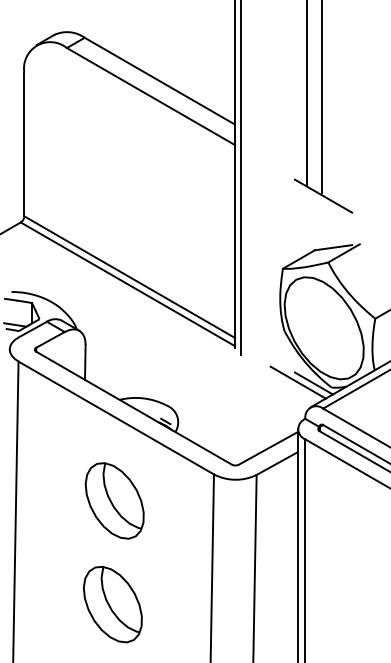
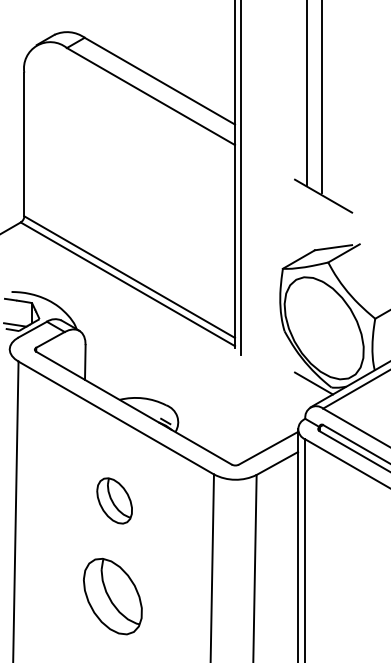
line at (297, 382): present -> none
part at (114, 500) size: 61x78 px -> 37x48 px
part at (112, 604) position: (112, 604) -> (112, 596)
